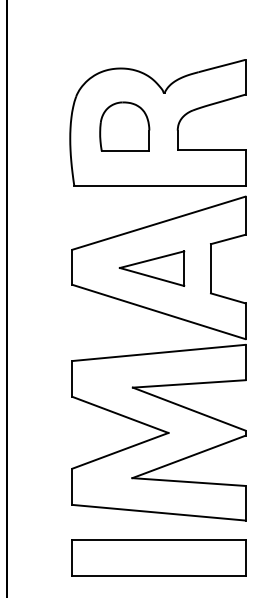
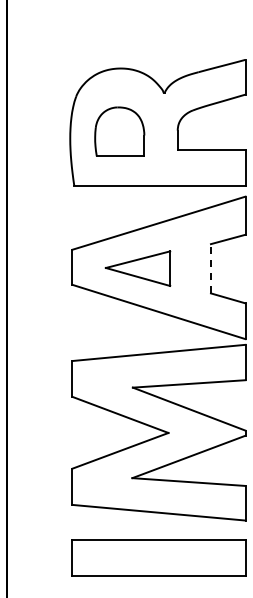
part at (124, 126) position: (124, 126) -> (119, 131)
part at (151, 268) position: (151, 268) -> (137, 268)
line at (210, 268): solid -> dashed
